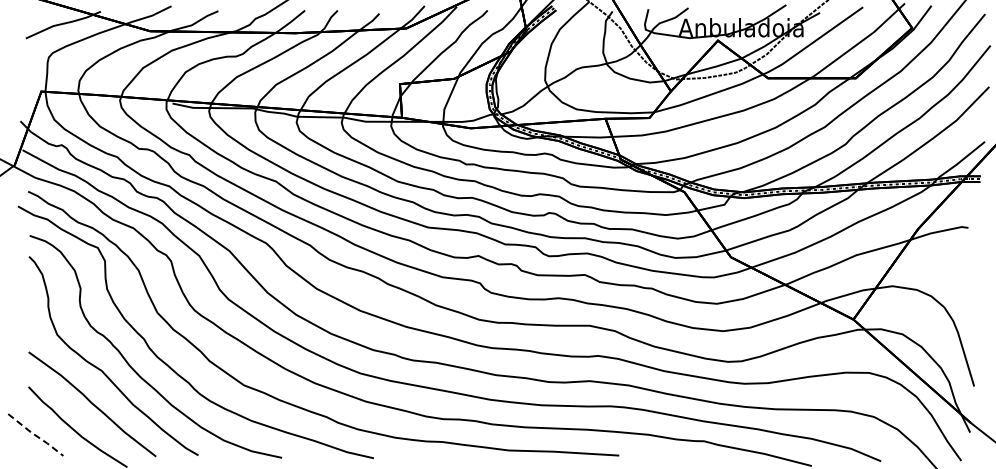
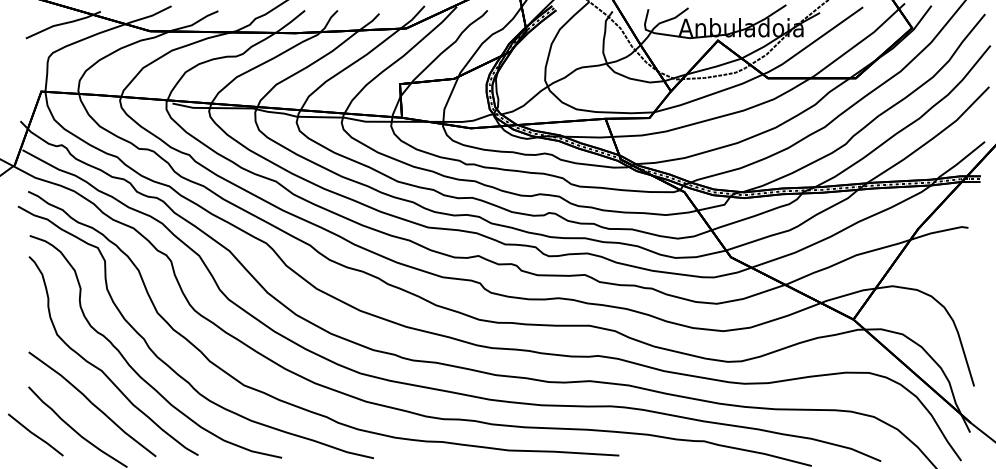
line at (35, 435): dashed -> solid
